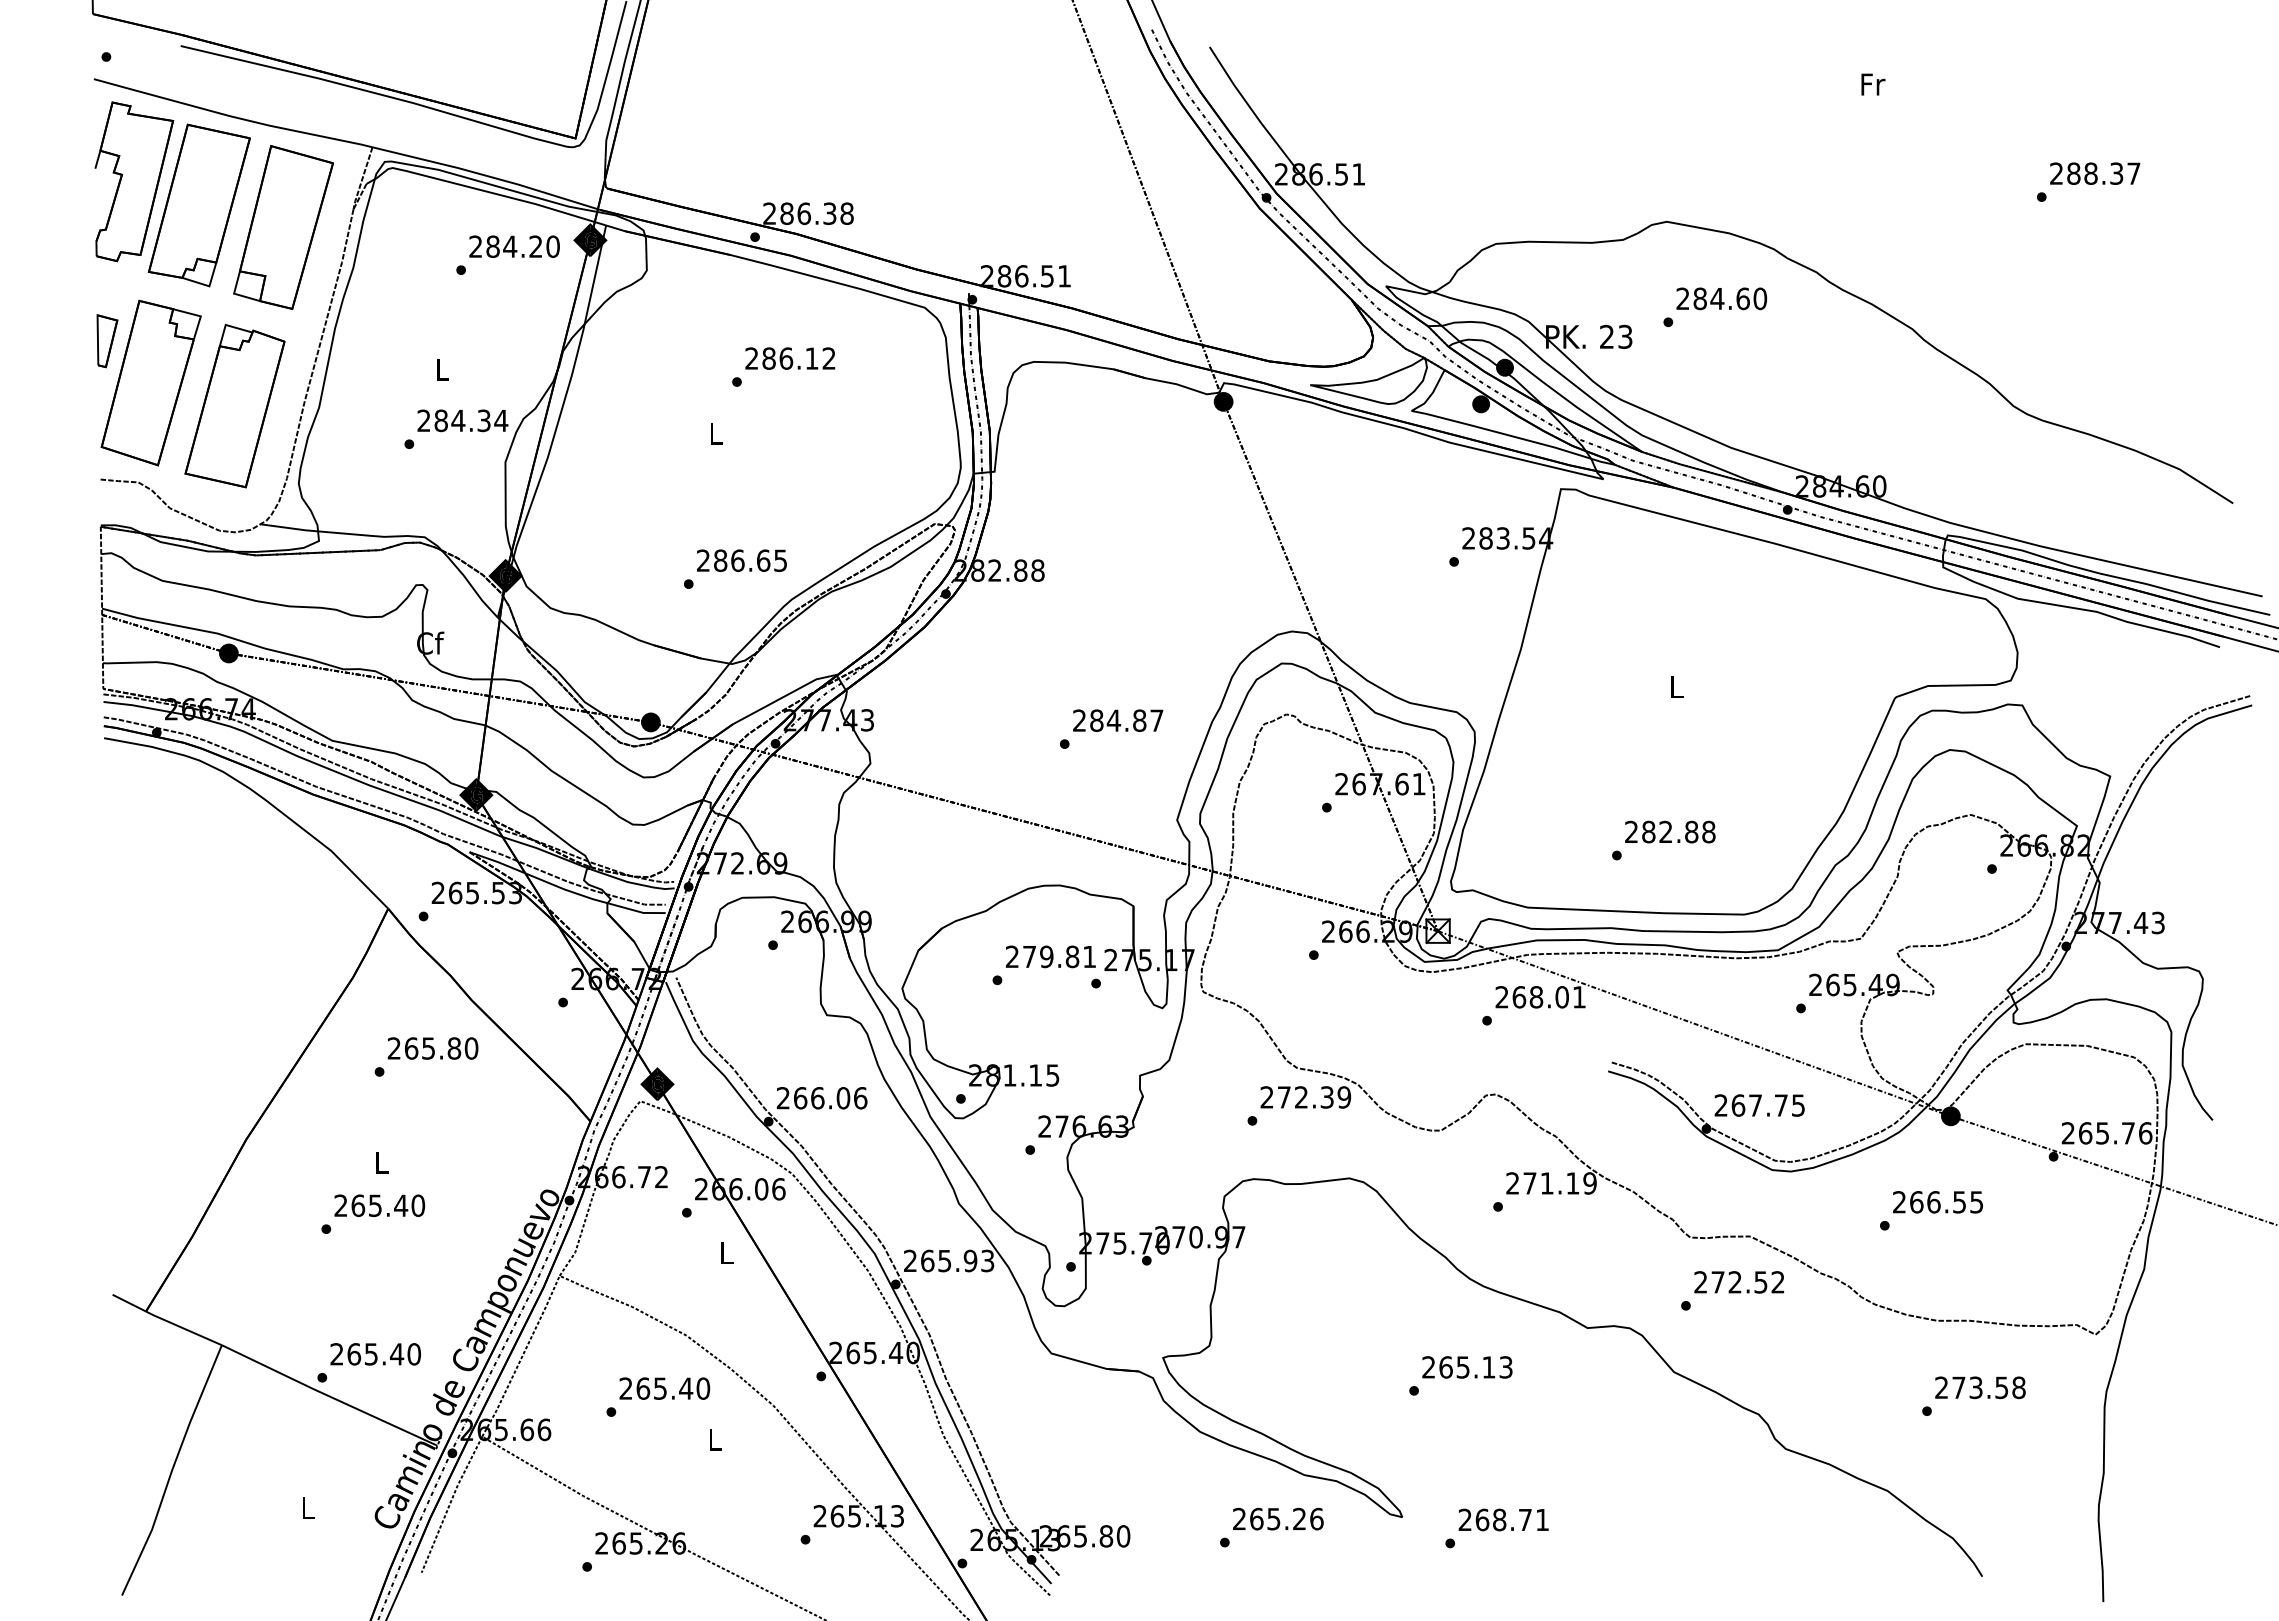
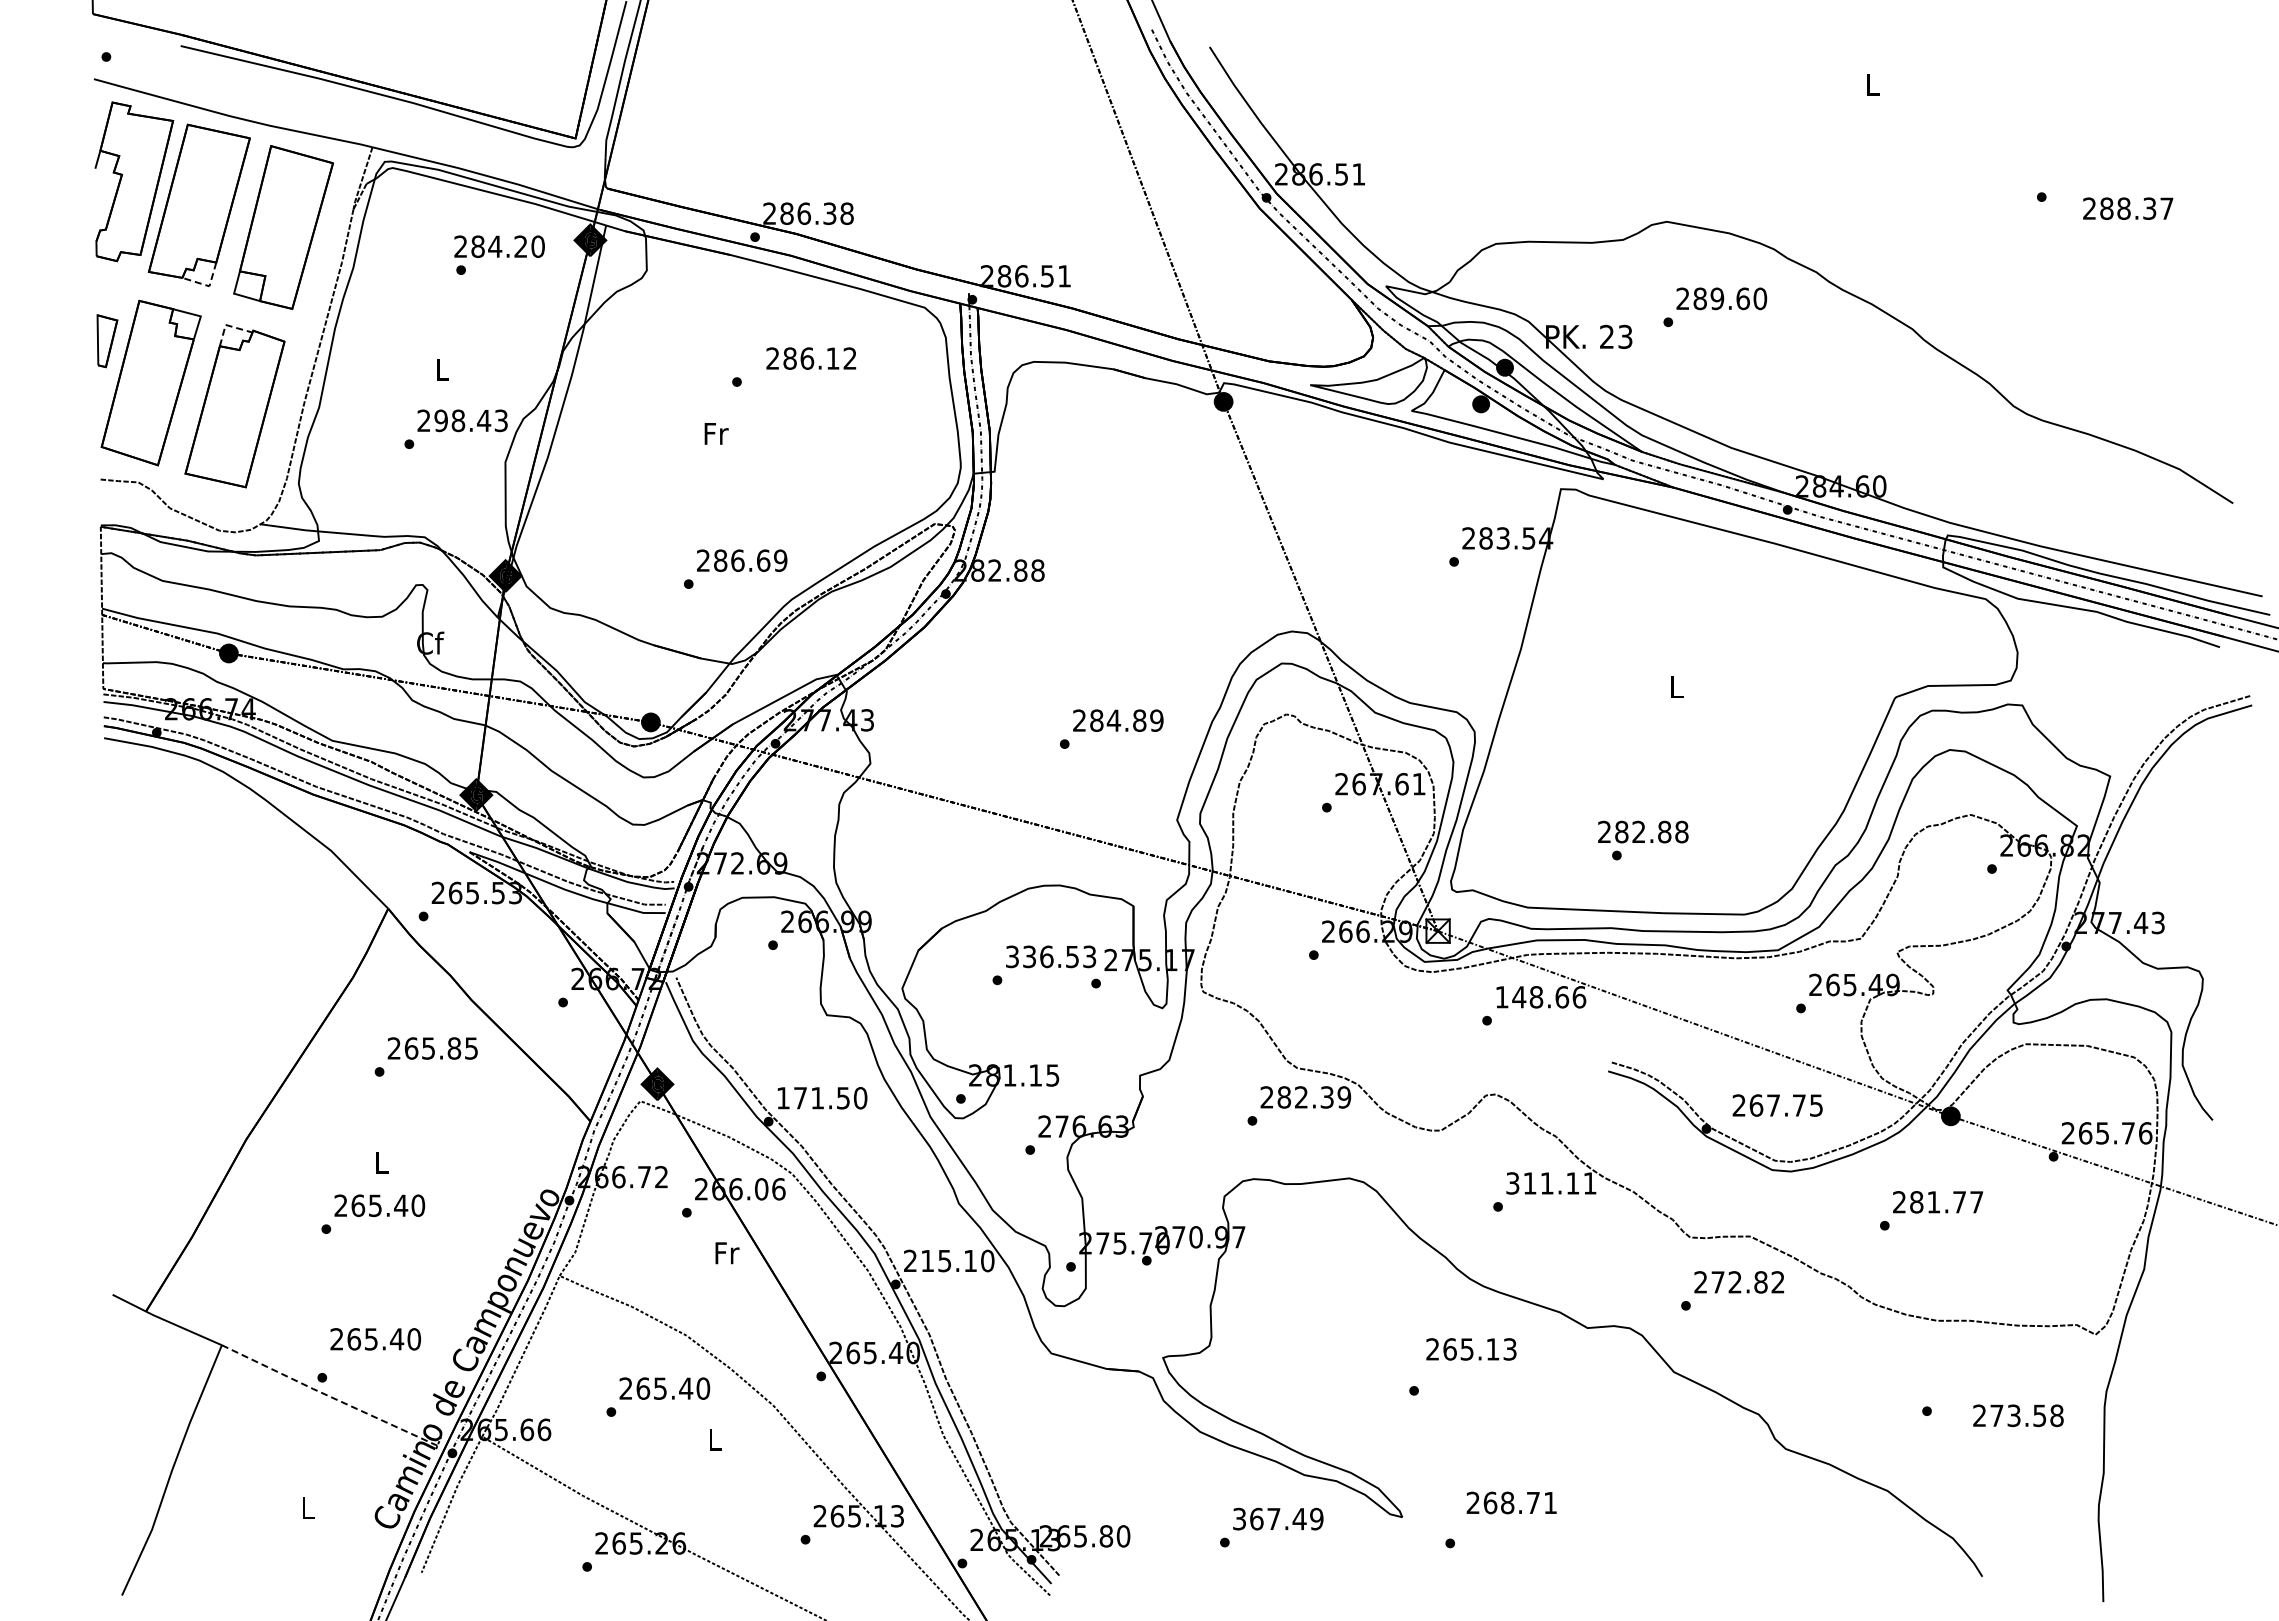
text at (1873, 84): Fr -> L
text at (2095, 173) position: (2095, 173) -> (2128, 208)
text at (514, 246) position: (514, 246) -> (499, 246)
line at (207, 285): solid -> dashed
text at (1717, 298): 284.60 -> 289.60
line at (227, 325): solid -> dashed
text at (790, 358) position: (790, 358) -> (811, 358)
text at (471, 420): 284.34 -> 298.43
text at (716, 433): L -> Fr
text at (780, 560): 286.65 -> 286.69
text at (1156, 720): 284.87 -> 284.89
text at (1670, 831) position: (1670, 831) -> (1643, 831)
text at (1051, 956): 279.81 -> 336.53
text at (1540, 997): 268.01 -> 148.66
text at (471, 1048): 265.80 -> 265.85
text at (1284, 1097): 272.39 -> 282.39
text at (821, 1098): 266.06 -> 171.50
text at (1759, 1105) position: (1759, 1105) -> (1777, 1105)
text at (1551, 1183): 271.19 -> 311.11
text at (1946, 1202): 266.55 -> 281.77
text at (727, 1253): L -> Fr
text at (957, 1260): 265.93 -> 215.10
text at (1760, 1282): 272.52 -> 272.82
text at (375, 1354) position: (375, 1354) -> (375, 1339)
text at (1467, 1367) position: (1467, 1367) -> (1471, 1349)
text at (1980, 1387) position: (1980, 1387) -> (2018, 1415)
line at (328, 1396): solid -> dashed
text at (1278, 1518): 265.26 -> 367.49
text at (1503, 1519) position: (1503, 1519) -> (1511, 1502)
